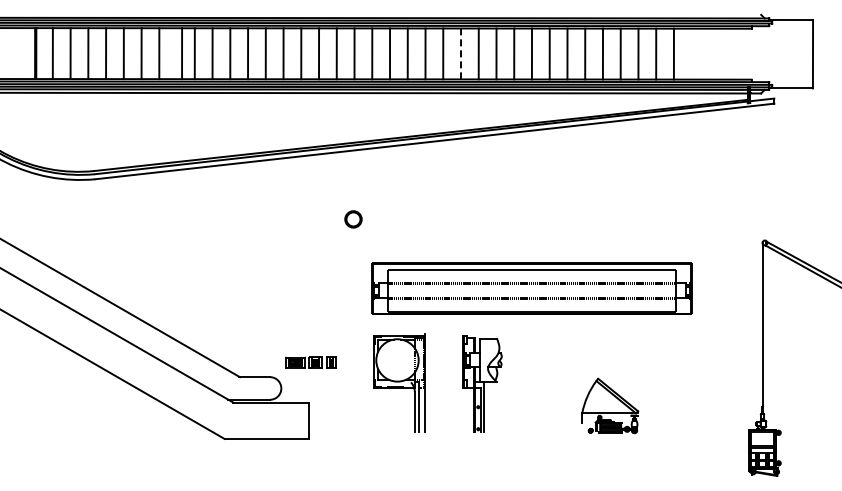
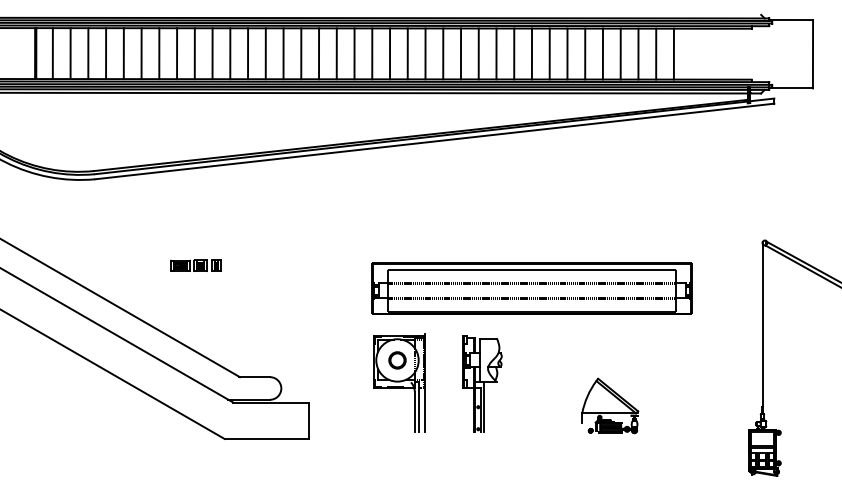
line at (182, 53) position: (182, 53) -> (177, 53)
line at (461, 53): dashed -> solid
circle at (353, 219) position: (353, 219) -> (397, 360)
part at (310, 362) position: (310, 362) -> (195, 265)
